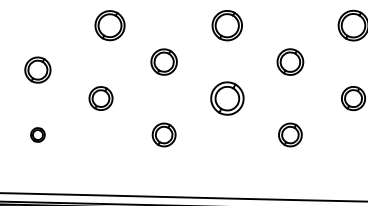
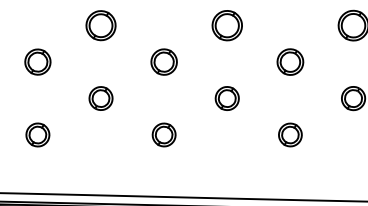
part at (109, 25) position: (109, 25) -> (100, 25)
part at (37, 69) position: (37, 69) -> (37, 61)
part at (227, 98) size: 35x35 px -> 26x25 px
part at (37, 134) size: 16x16 px -> 26x26 px
